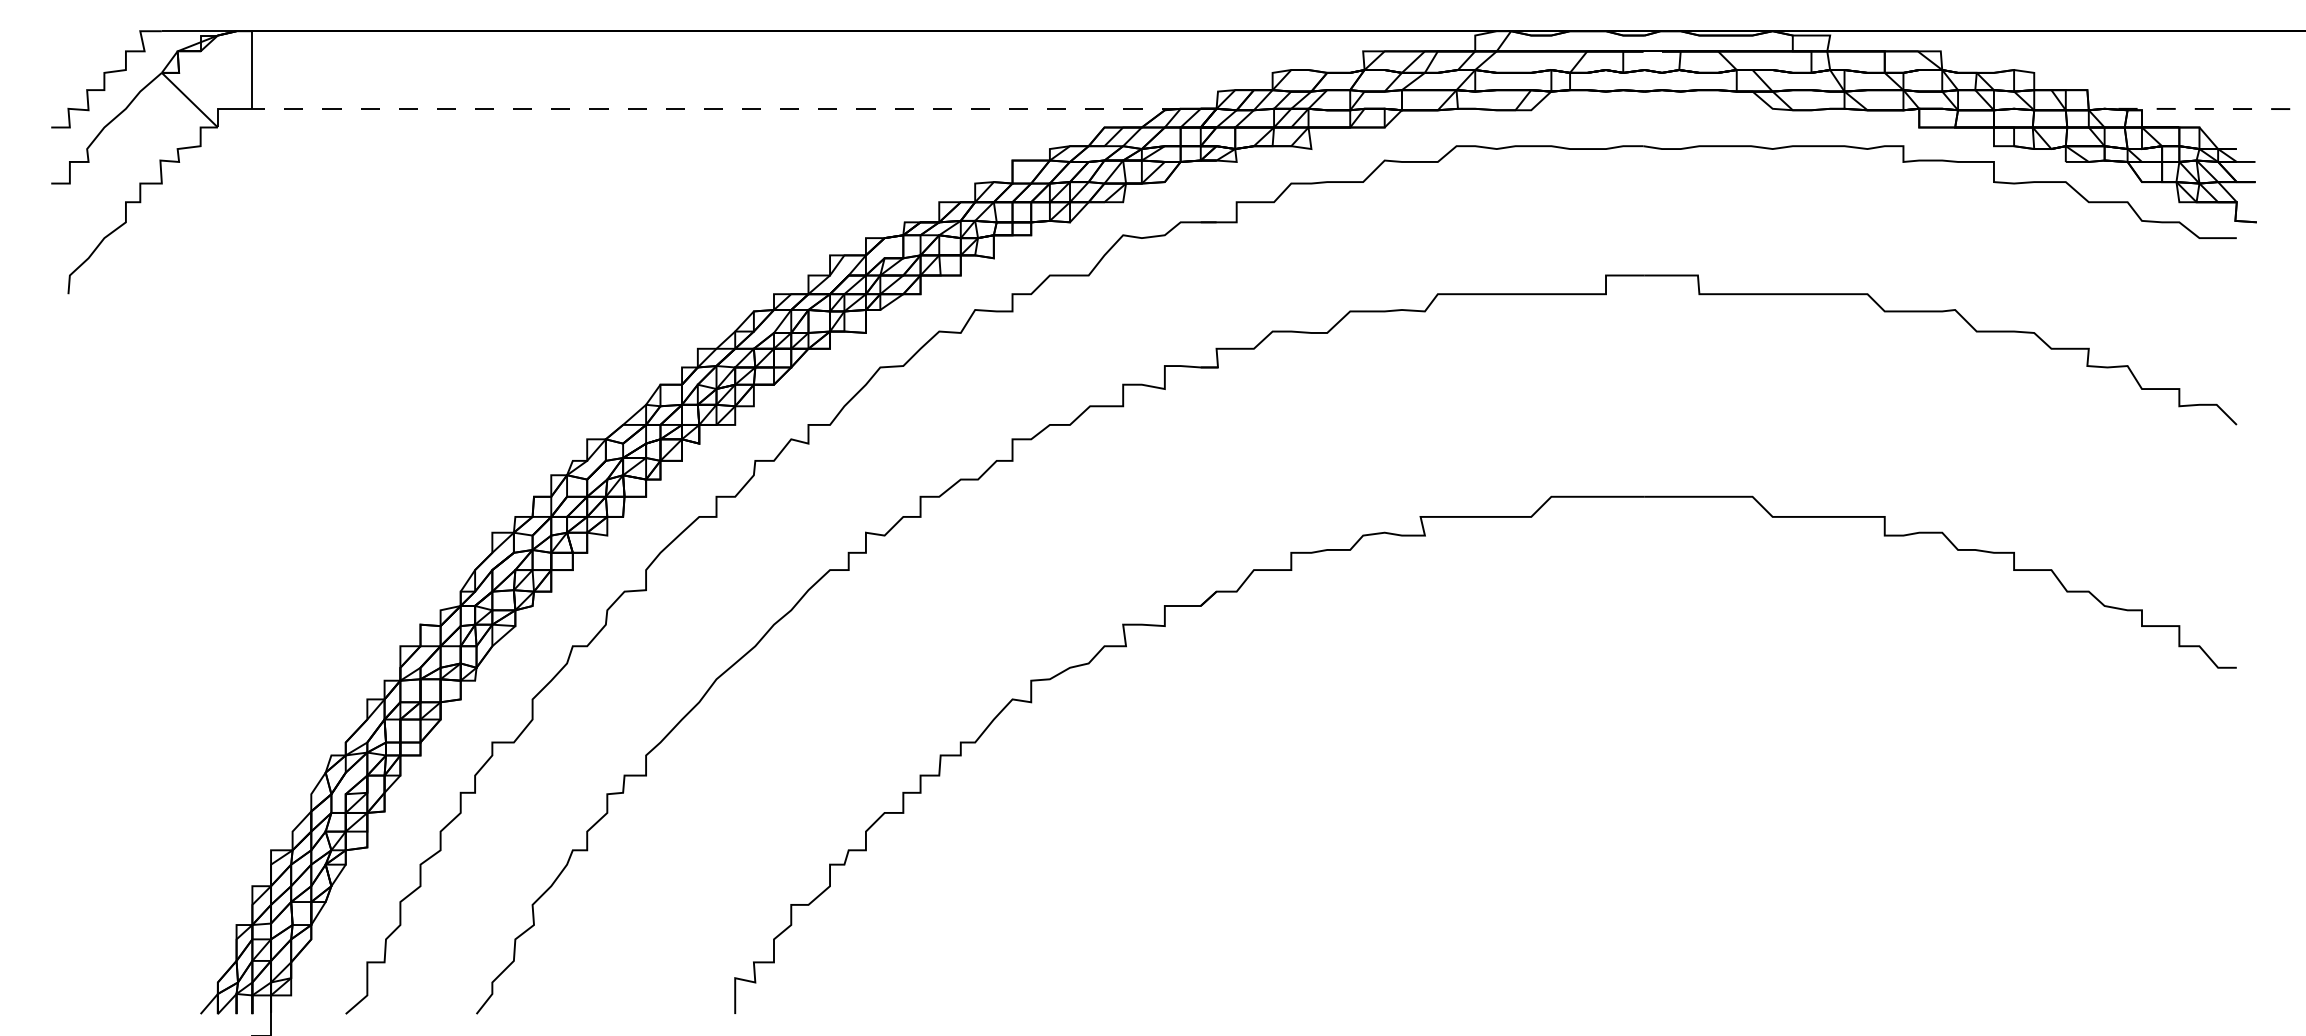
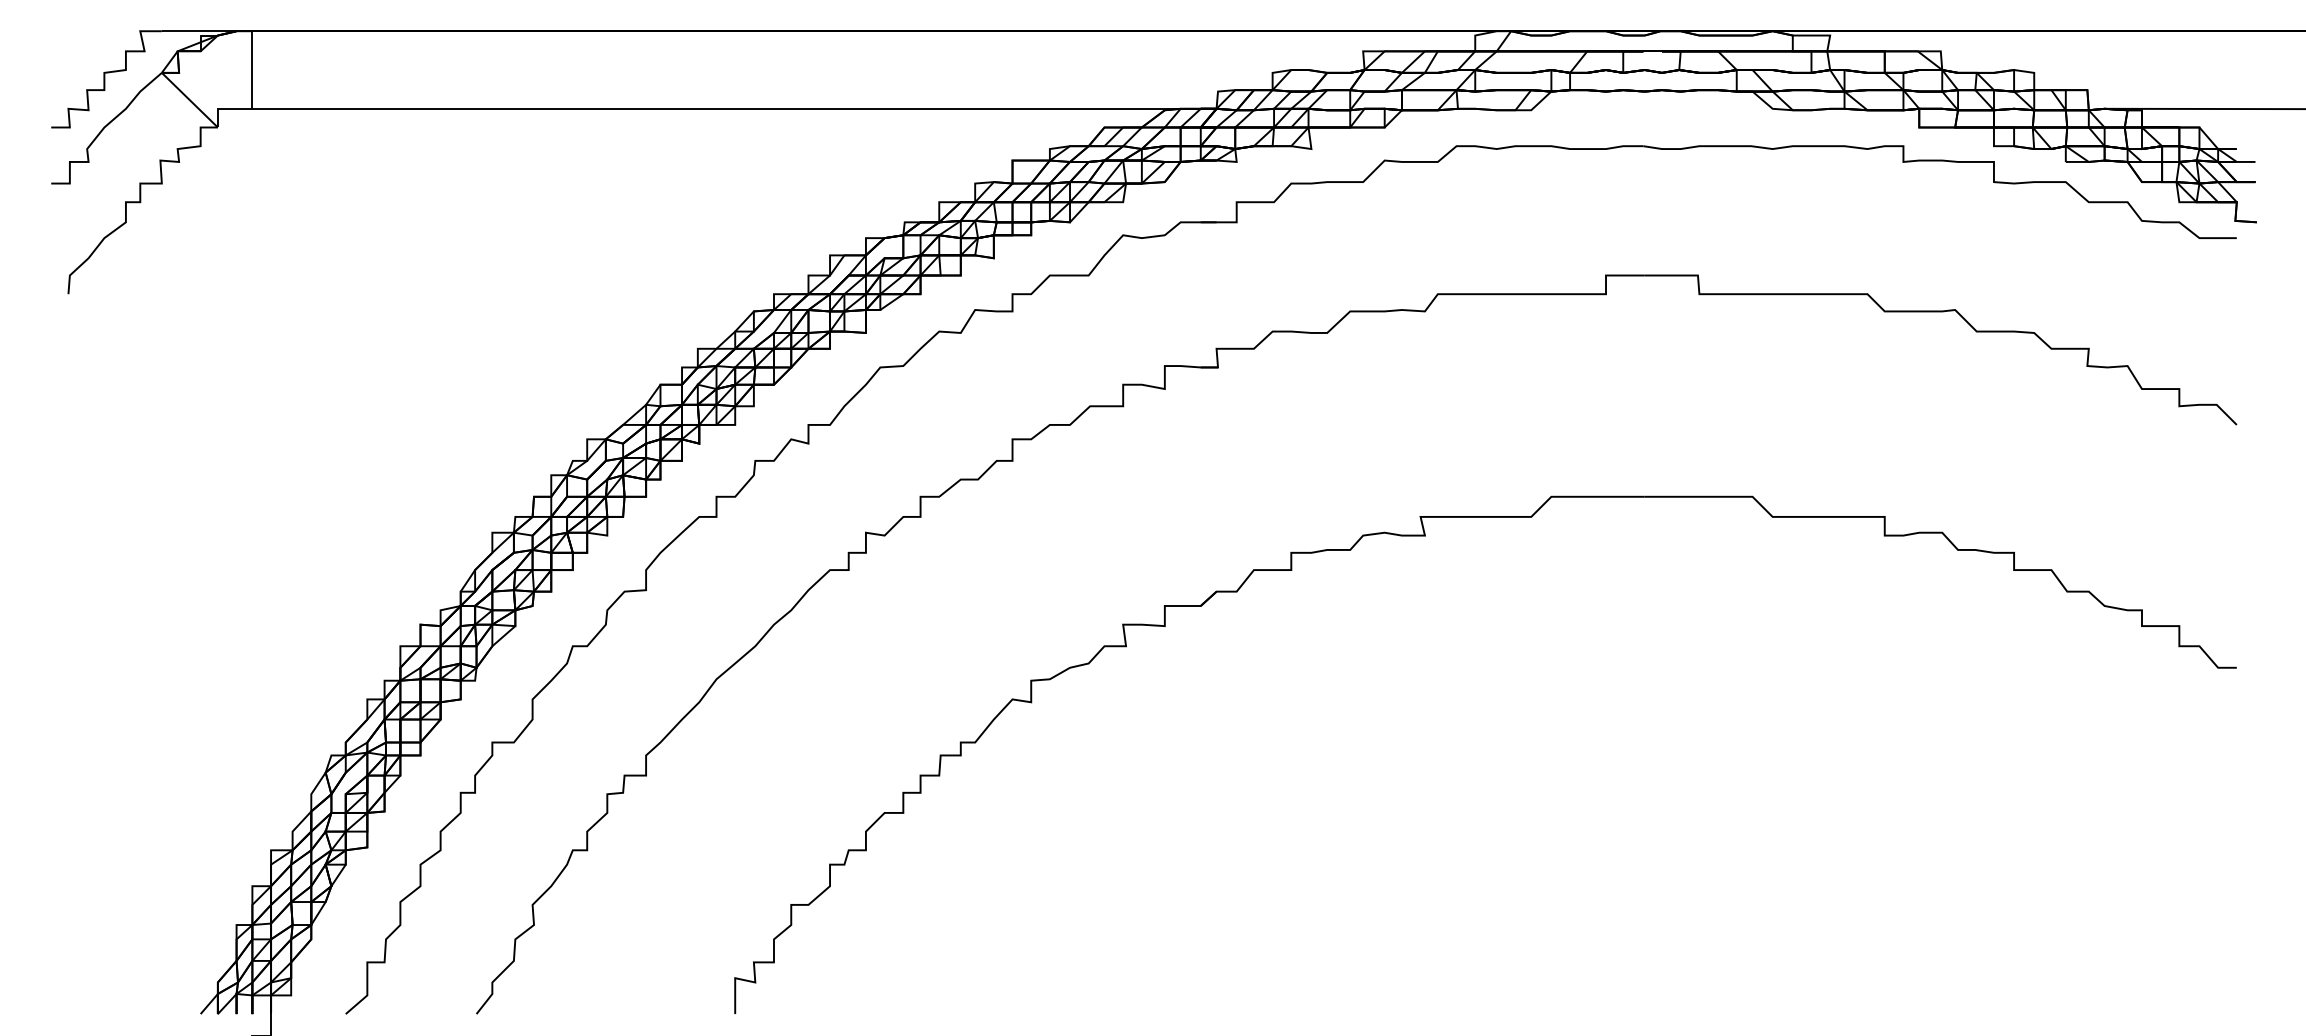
line at (716, 108): dashed -> solid
line at (2204, 108): dashed -> solid
